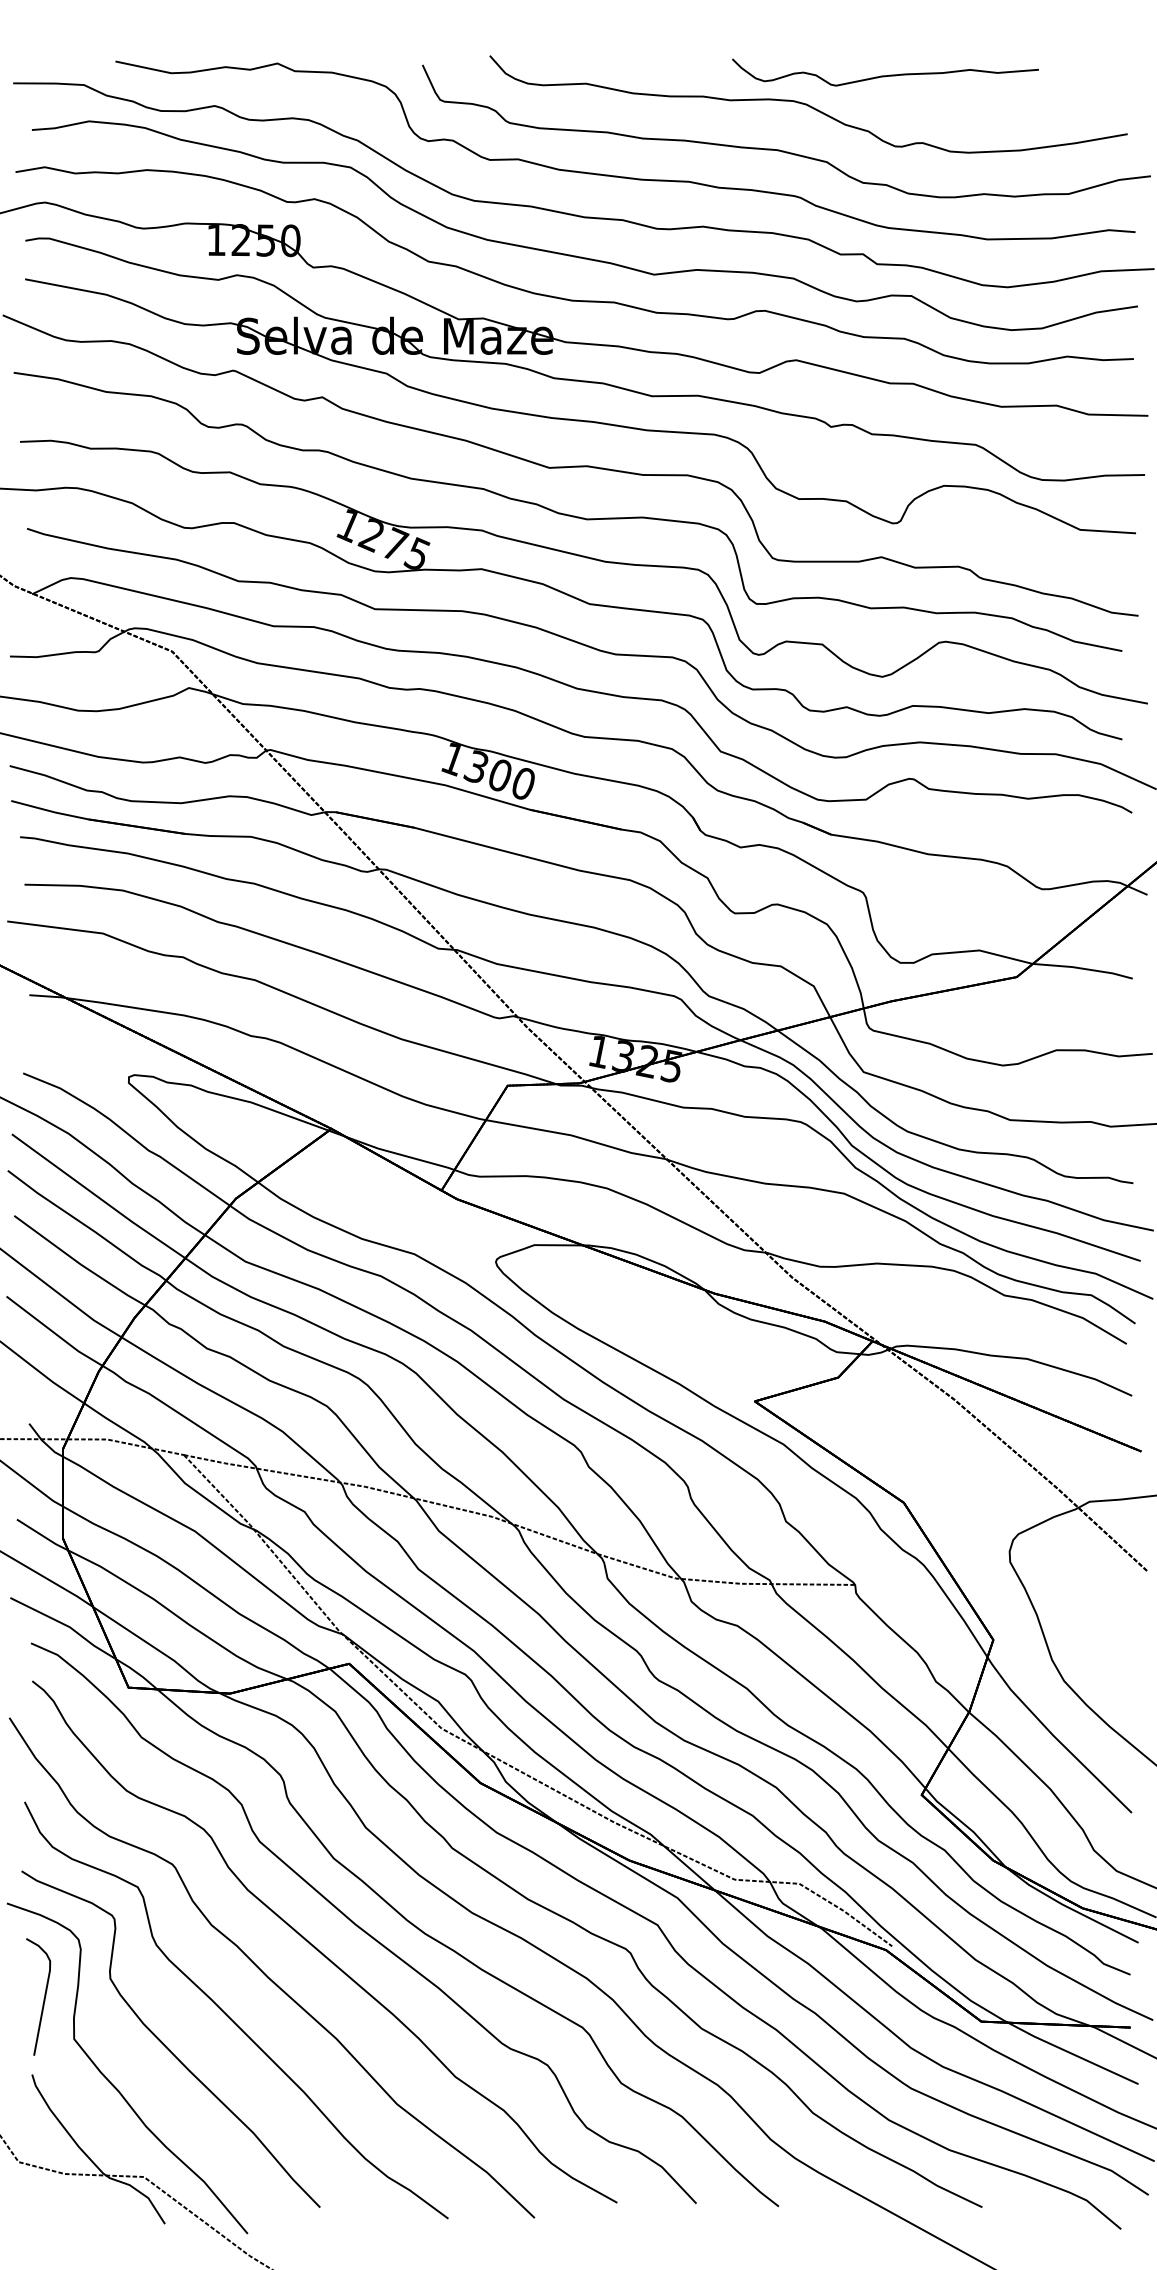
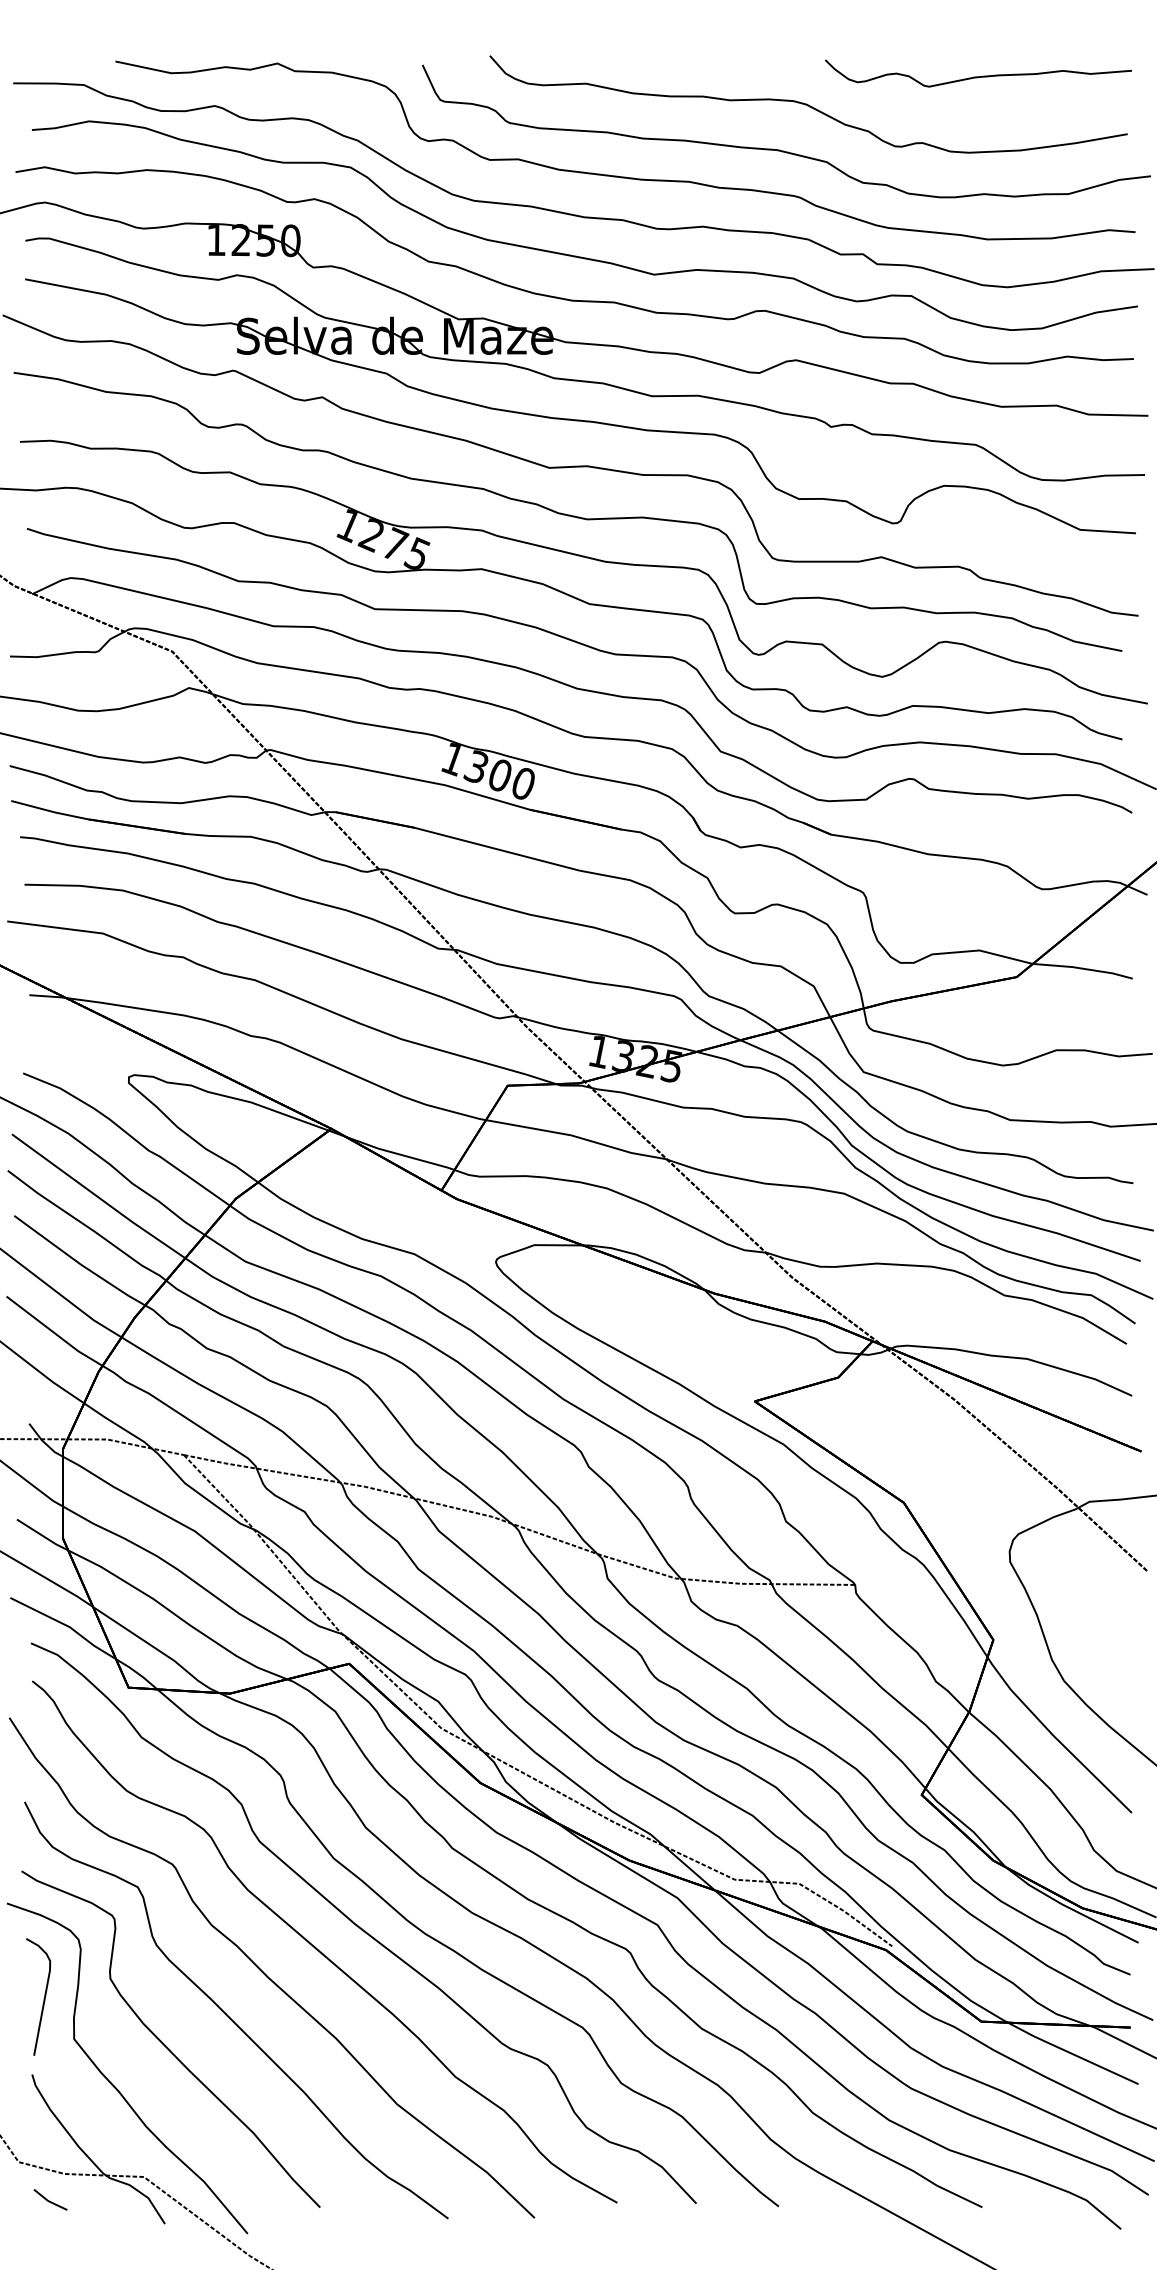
curve at (885, 75) position: (885, 75) -> (978, 76)
line at (49, 2200): none -> present
